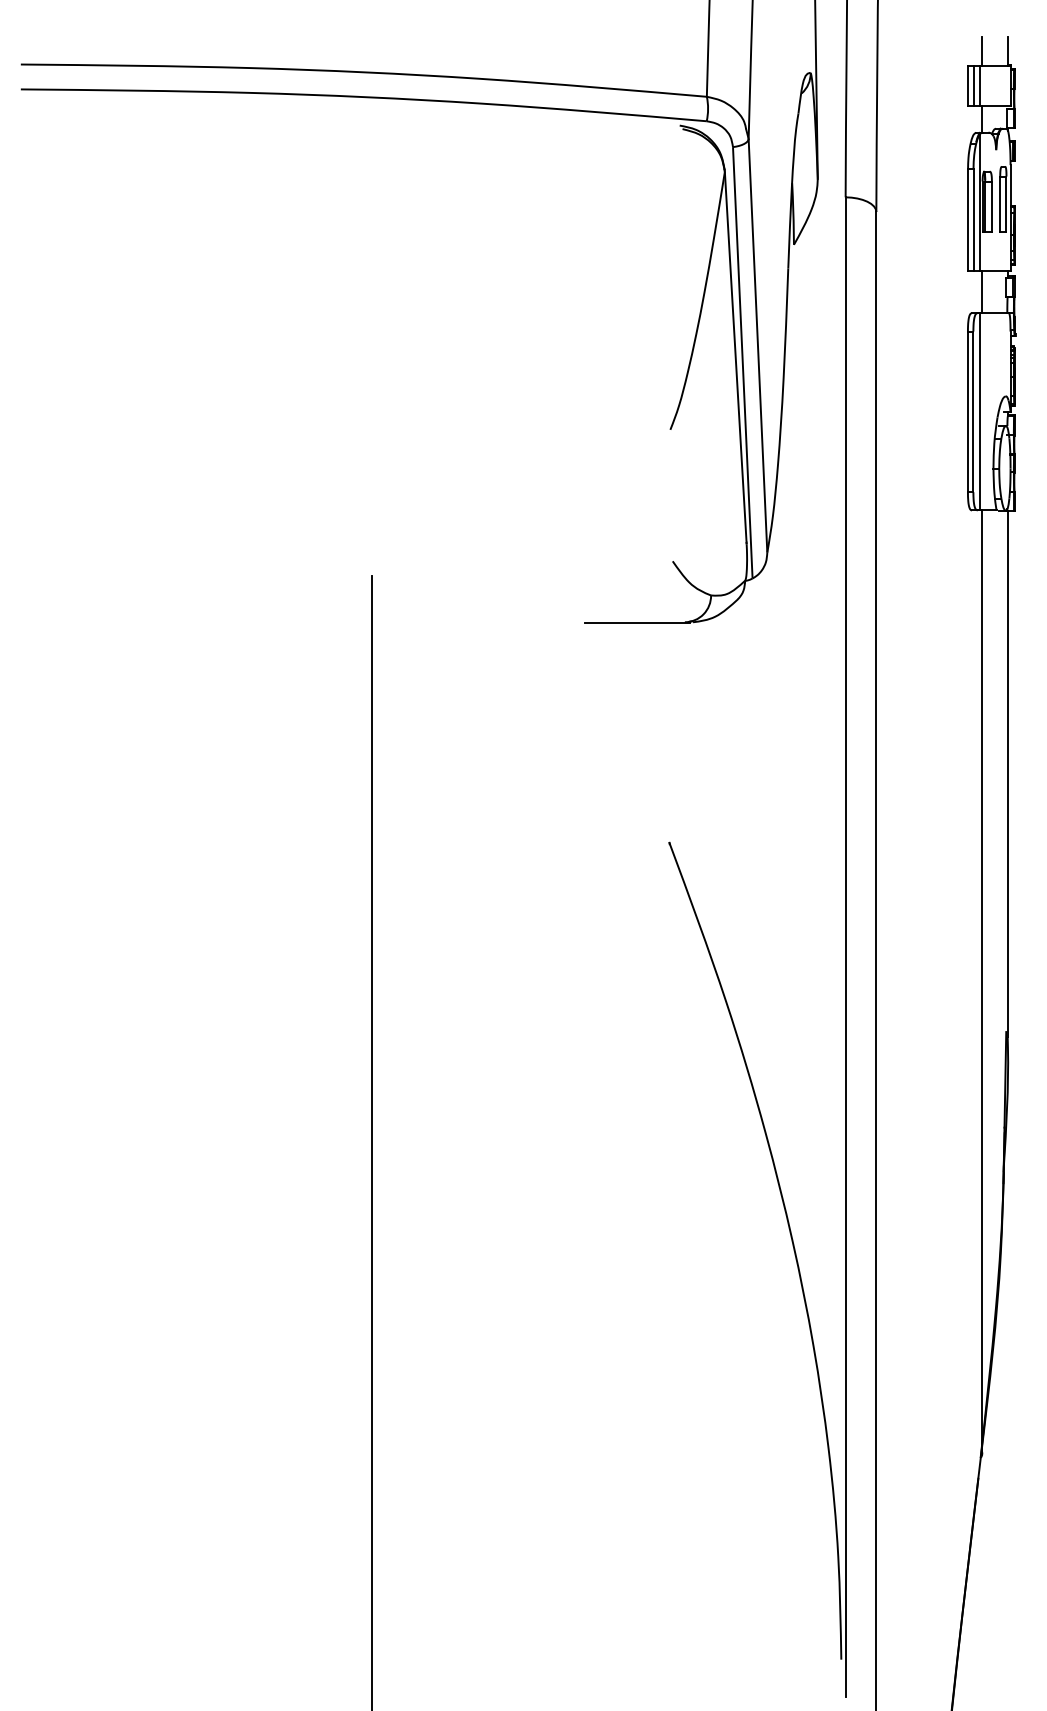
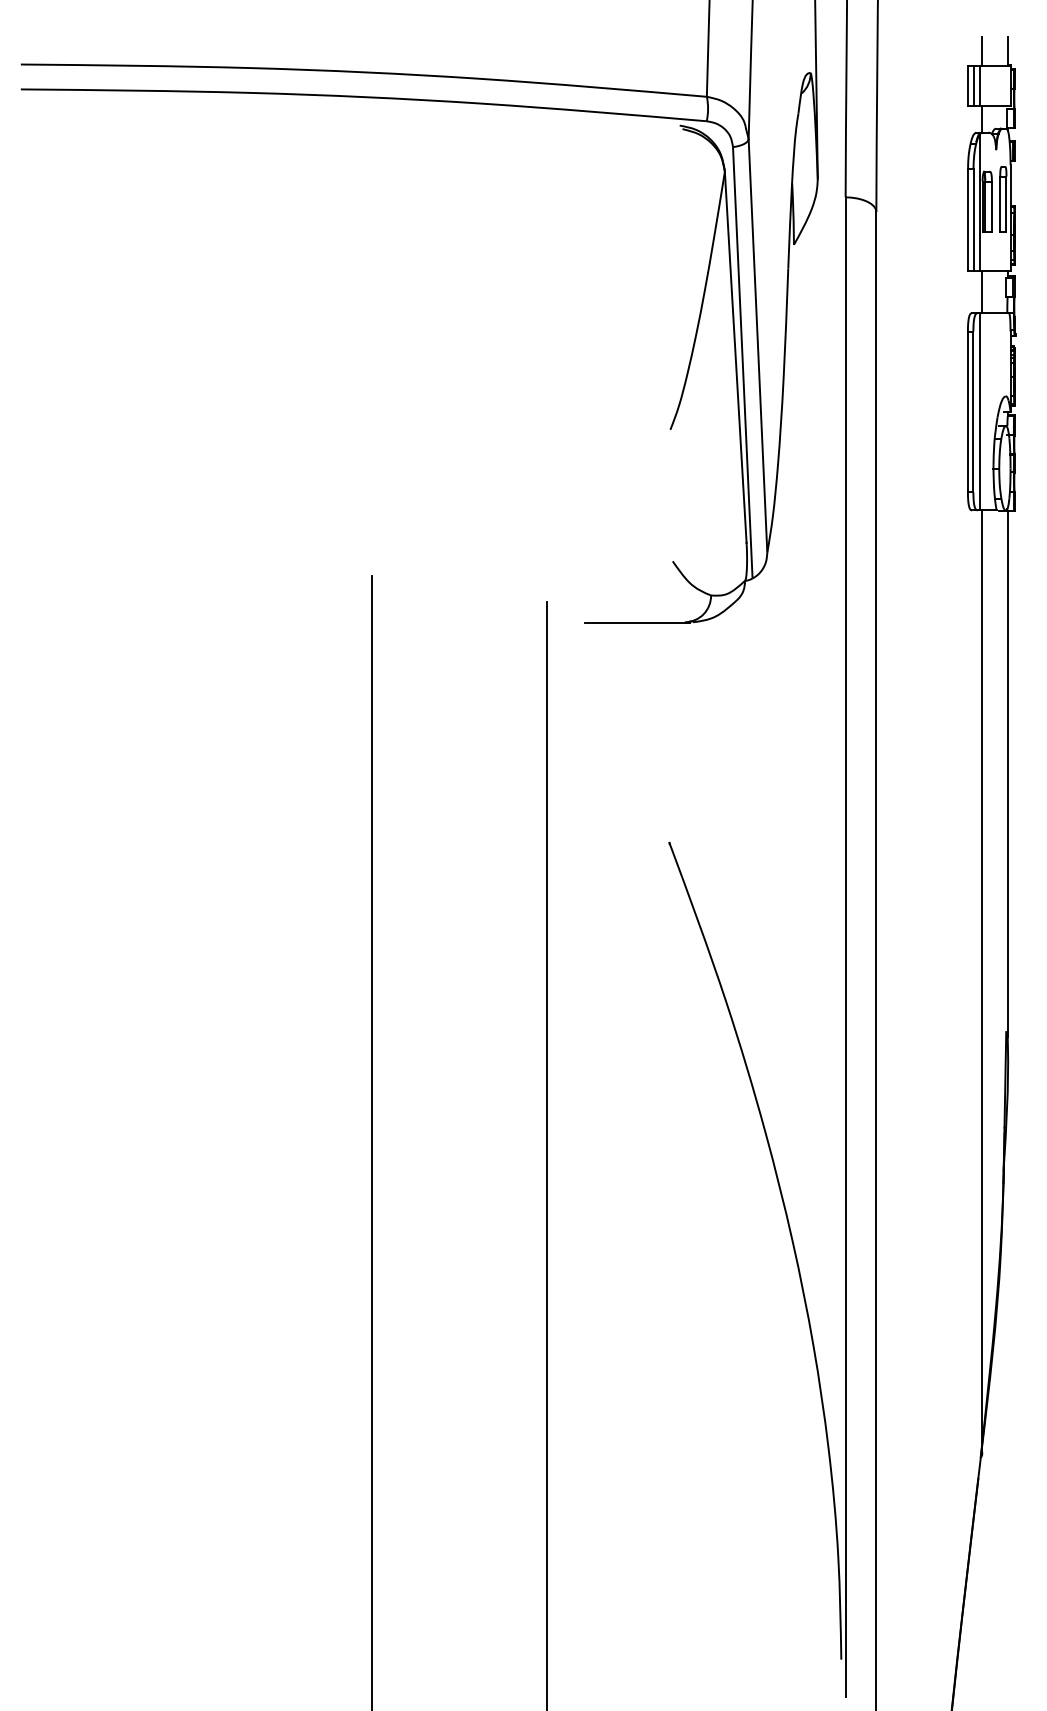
line at (547, 1154): none -> present
